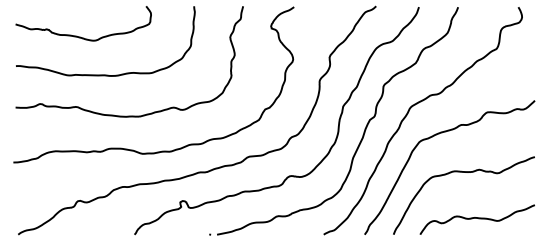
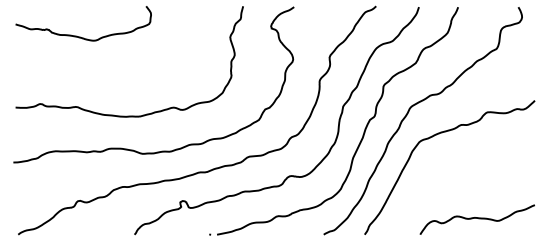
curve at (105, 74): present -> none
curve at (463, 172): present -> none
